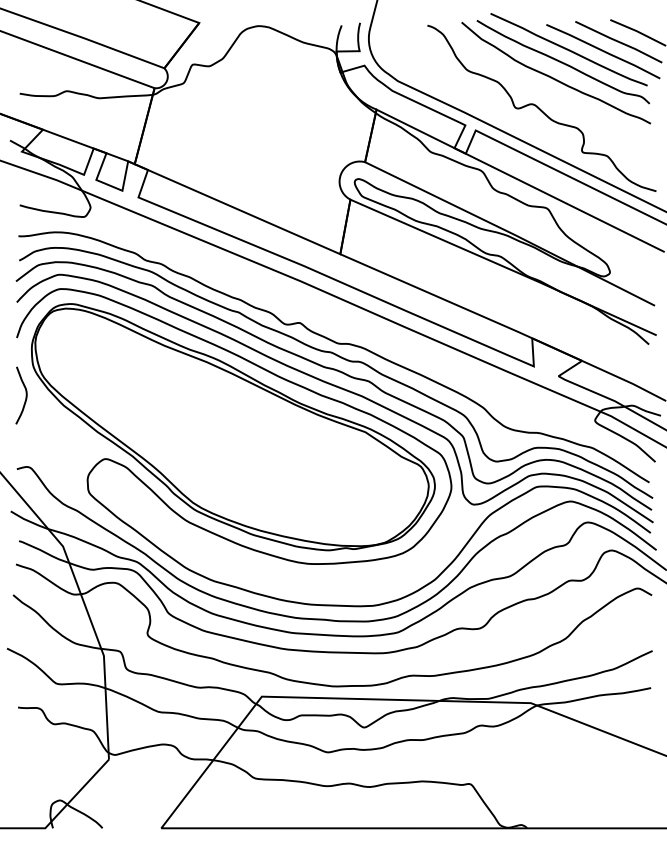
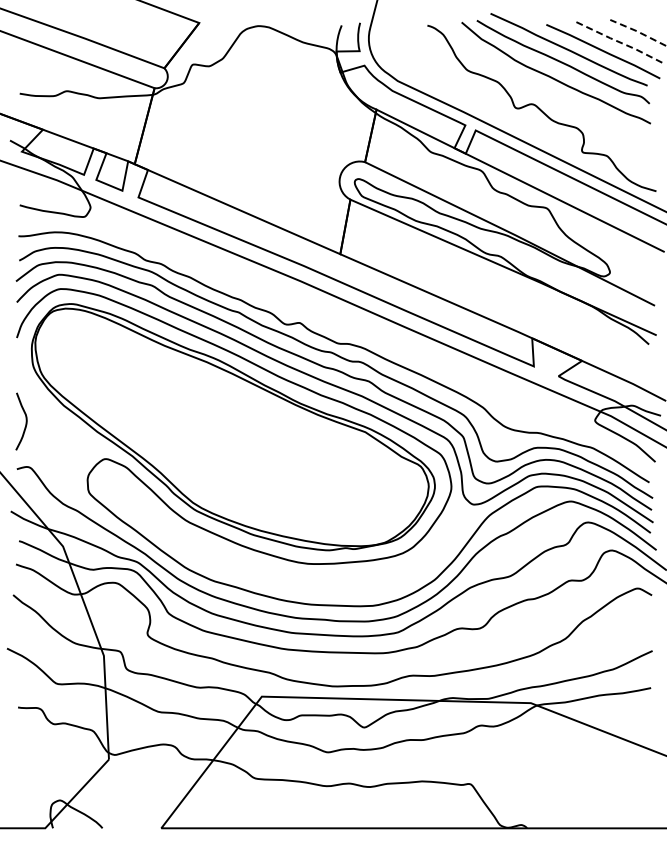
line at (637, 31): solid -> dashed
line at (619, 42): solid -> dashed
curve at (25, 395) position: (25, 395) -> (25, 421)
